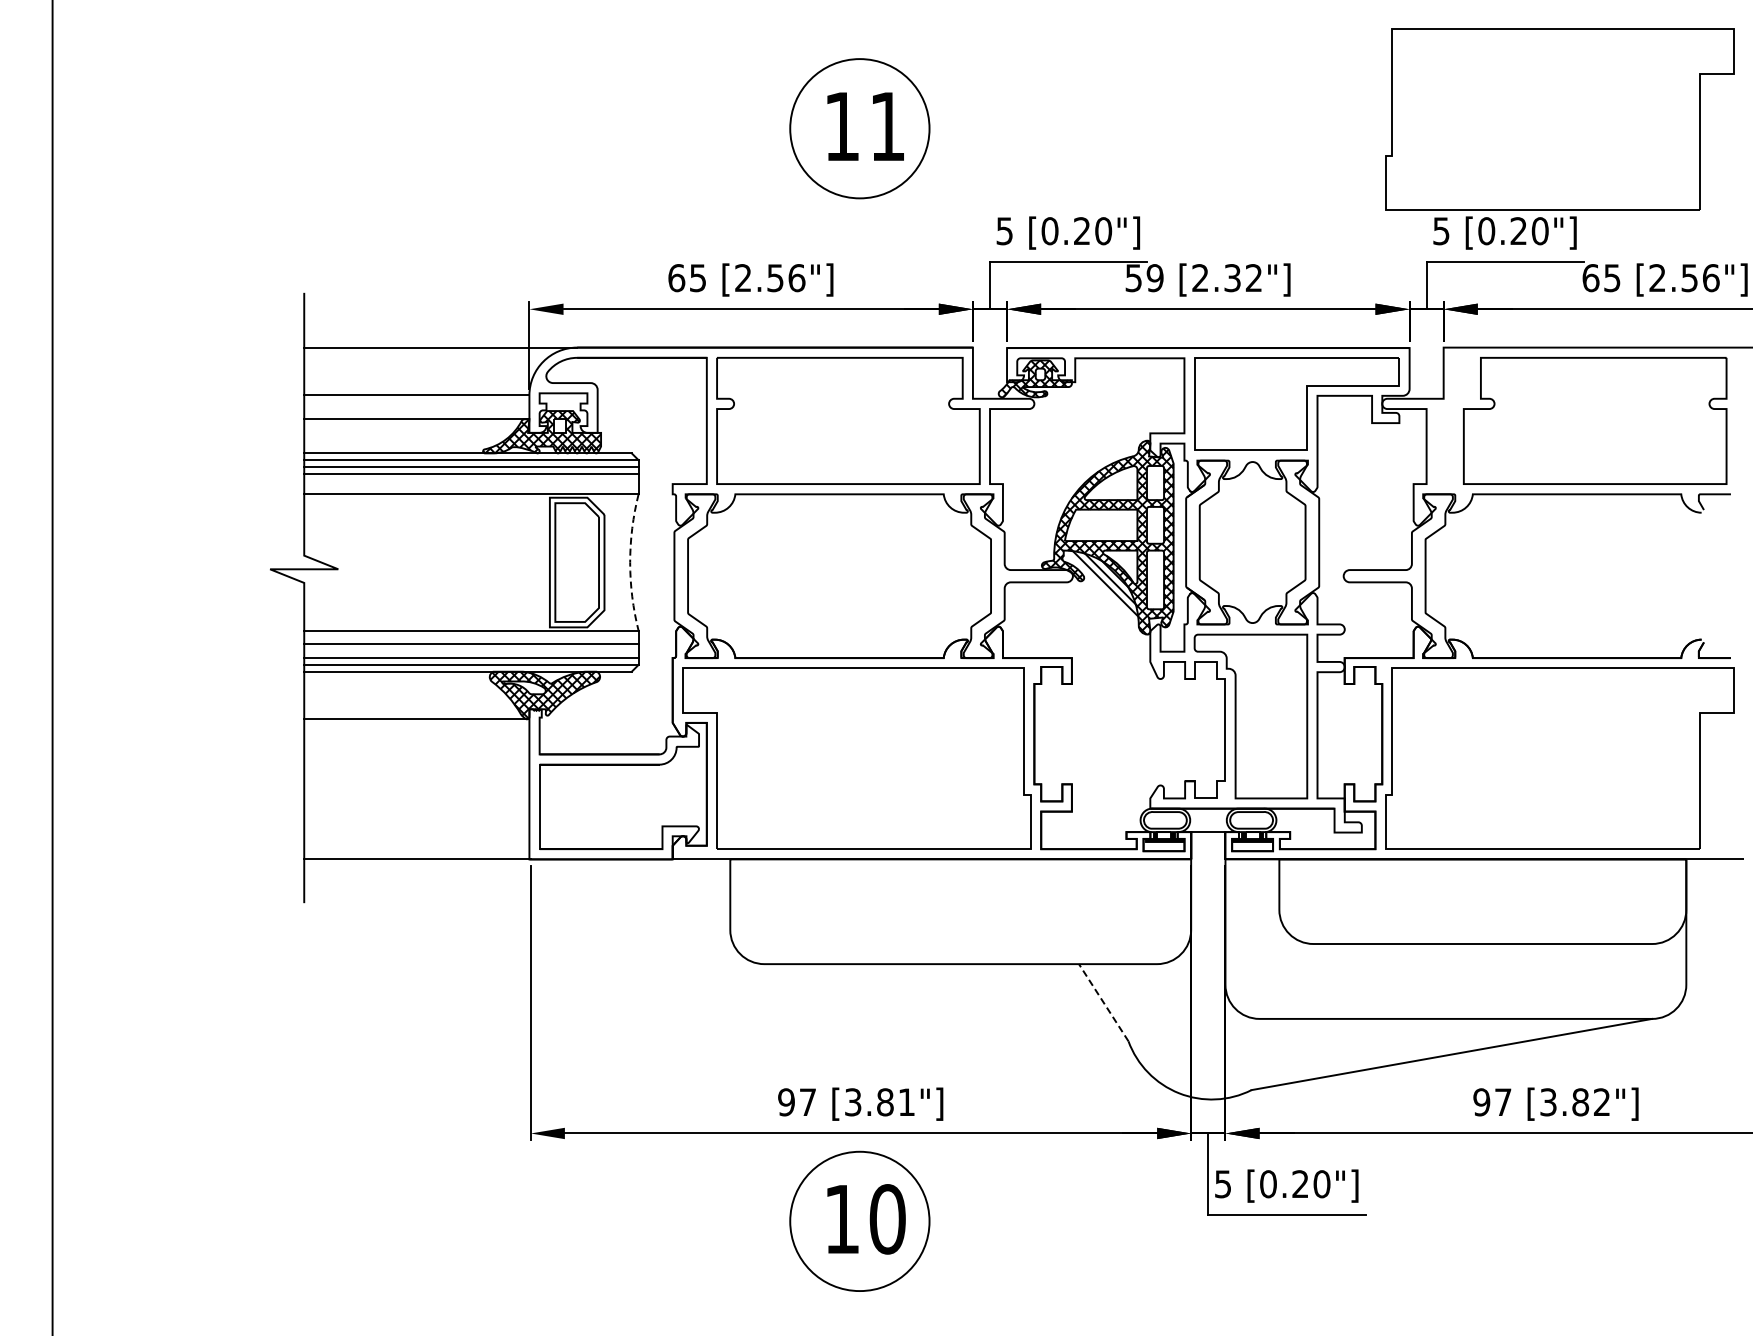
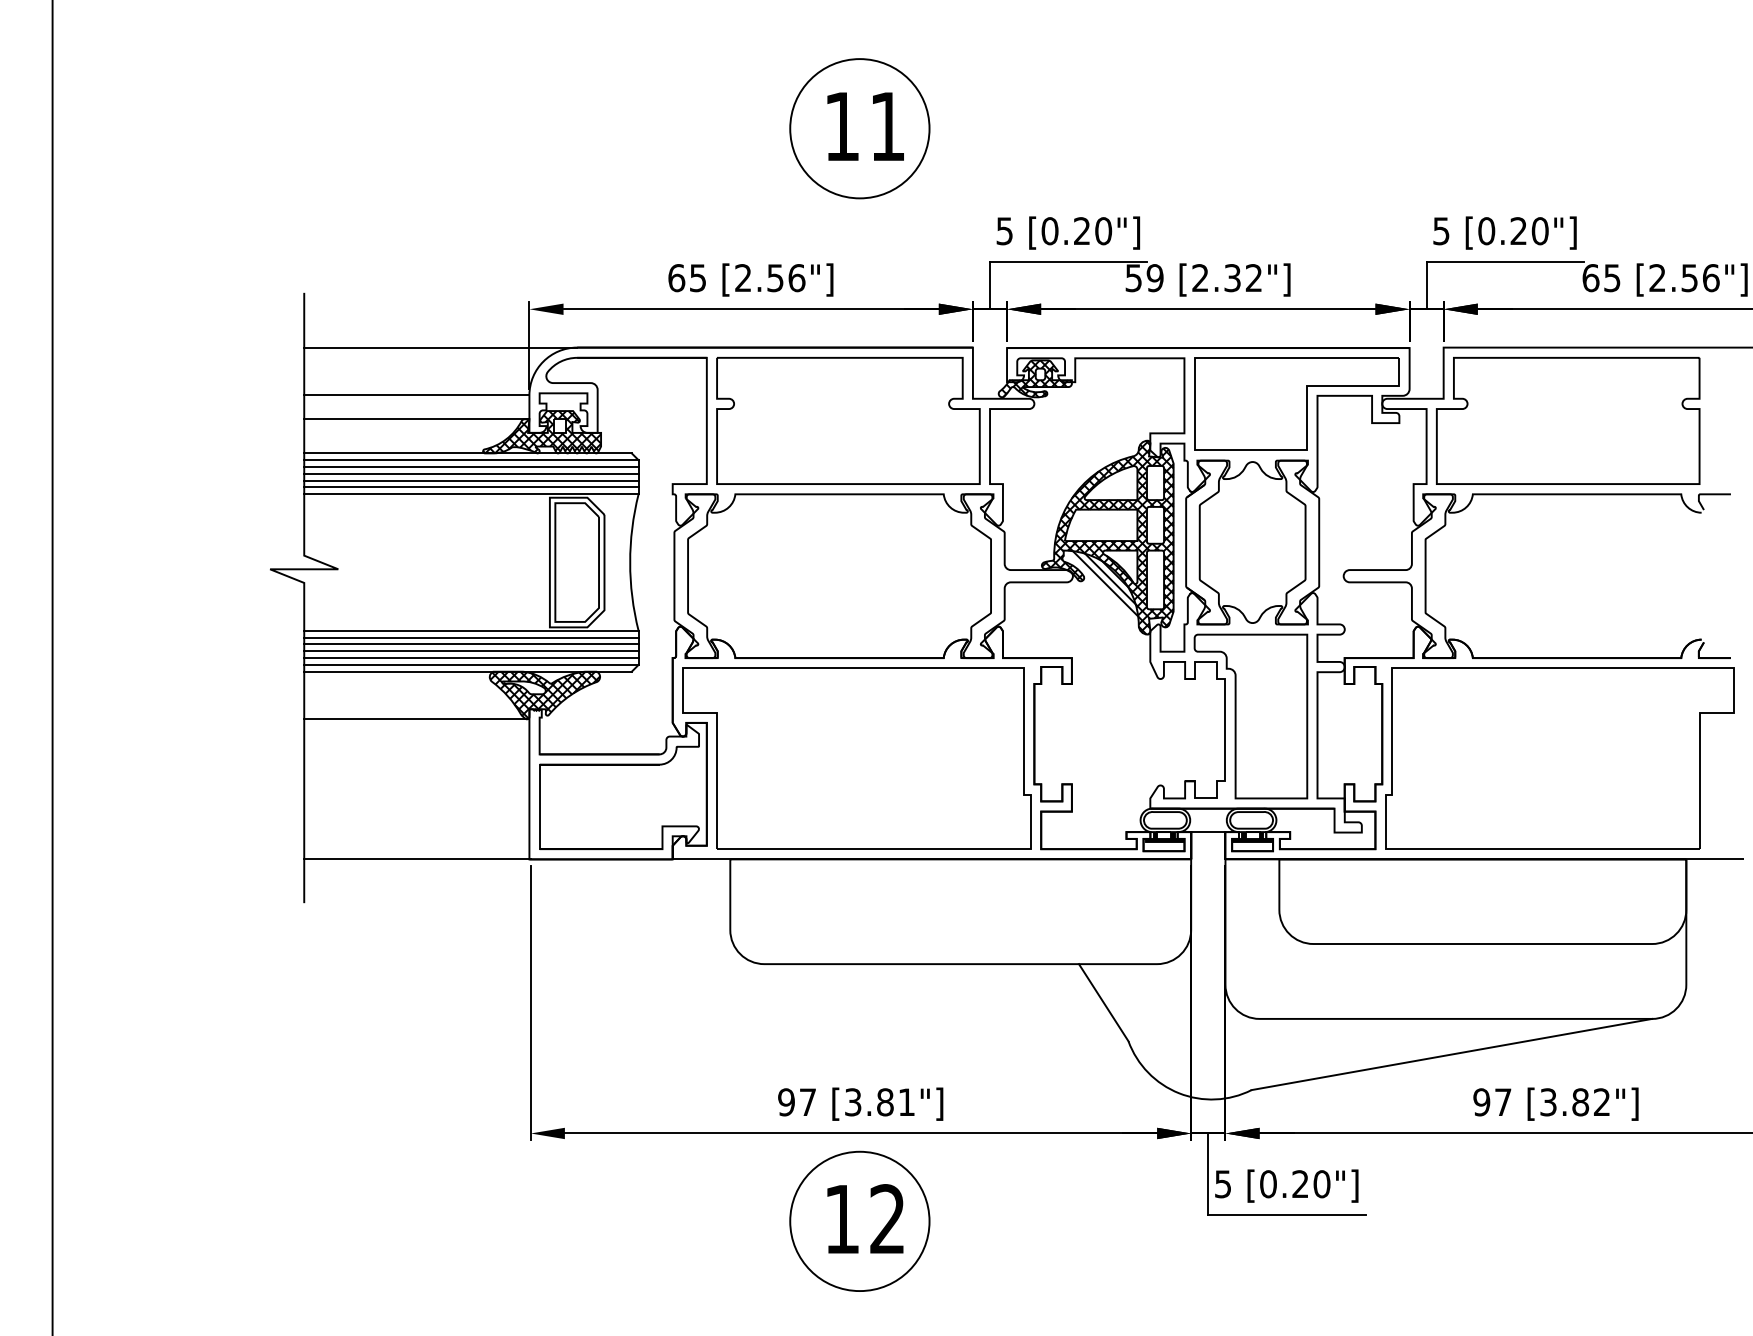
part at (1559, 119): present -> none
part at (1595, 420) position: (1595, 420) -> (1568, 420)
line at (471, 480): none -> present
line at (471, 487): none -> present
arc at (630, 562): dashed -> solid
line at (471, 637): none -> present
line at (471, 651): none -> present
line at (1103, 1002): dashed -> solid
text at (887, 1219): 10 -> 12
